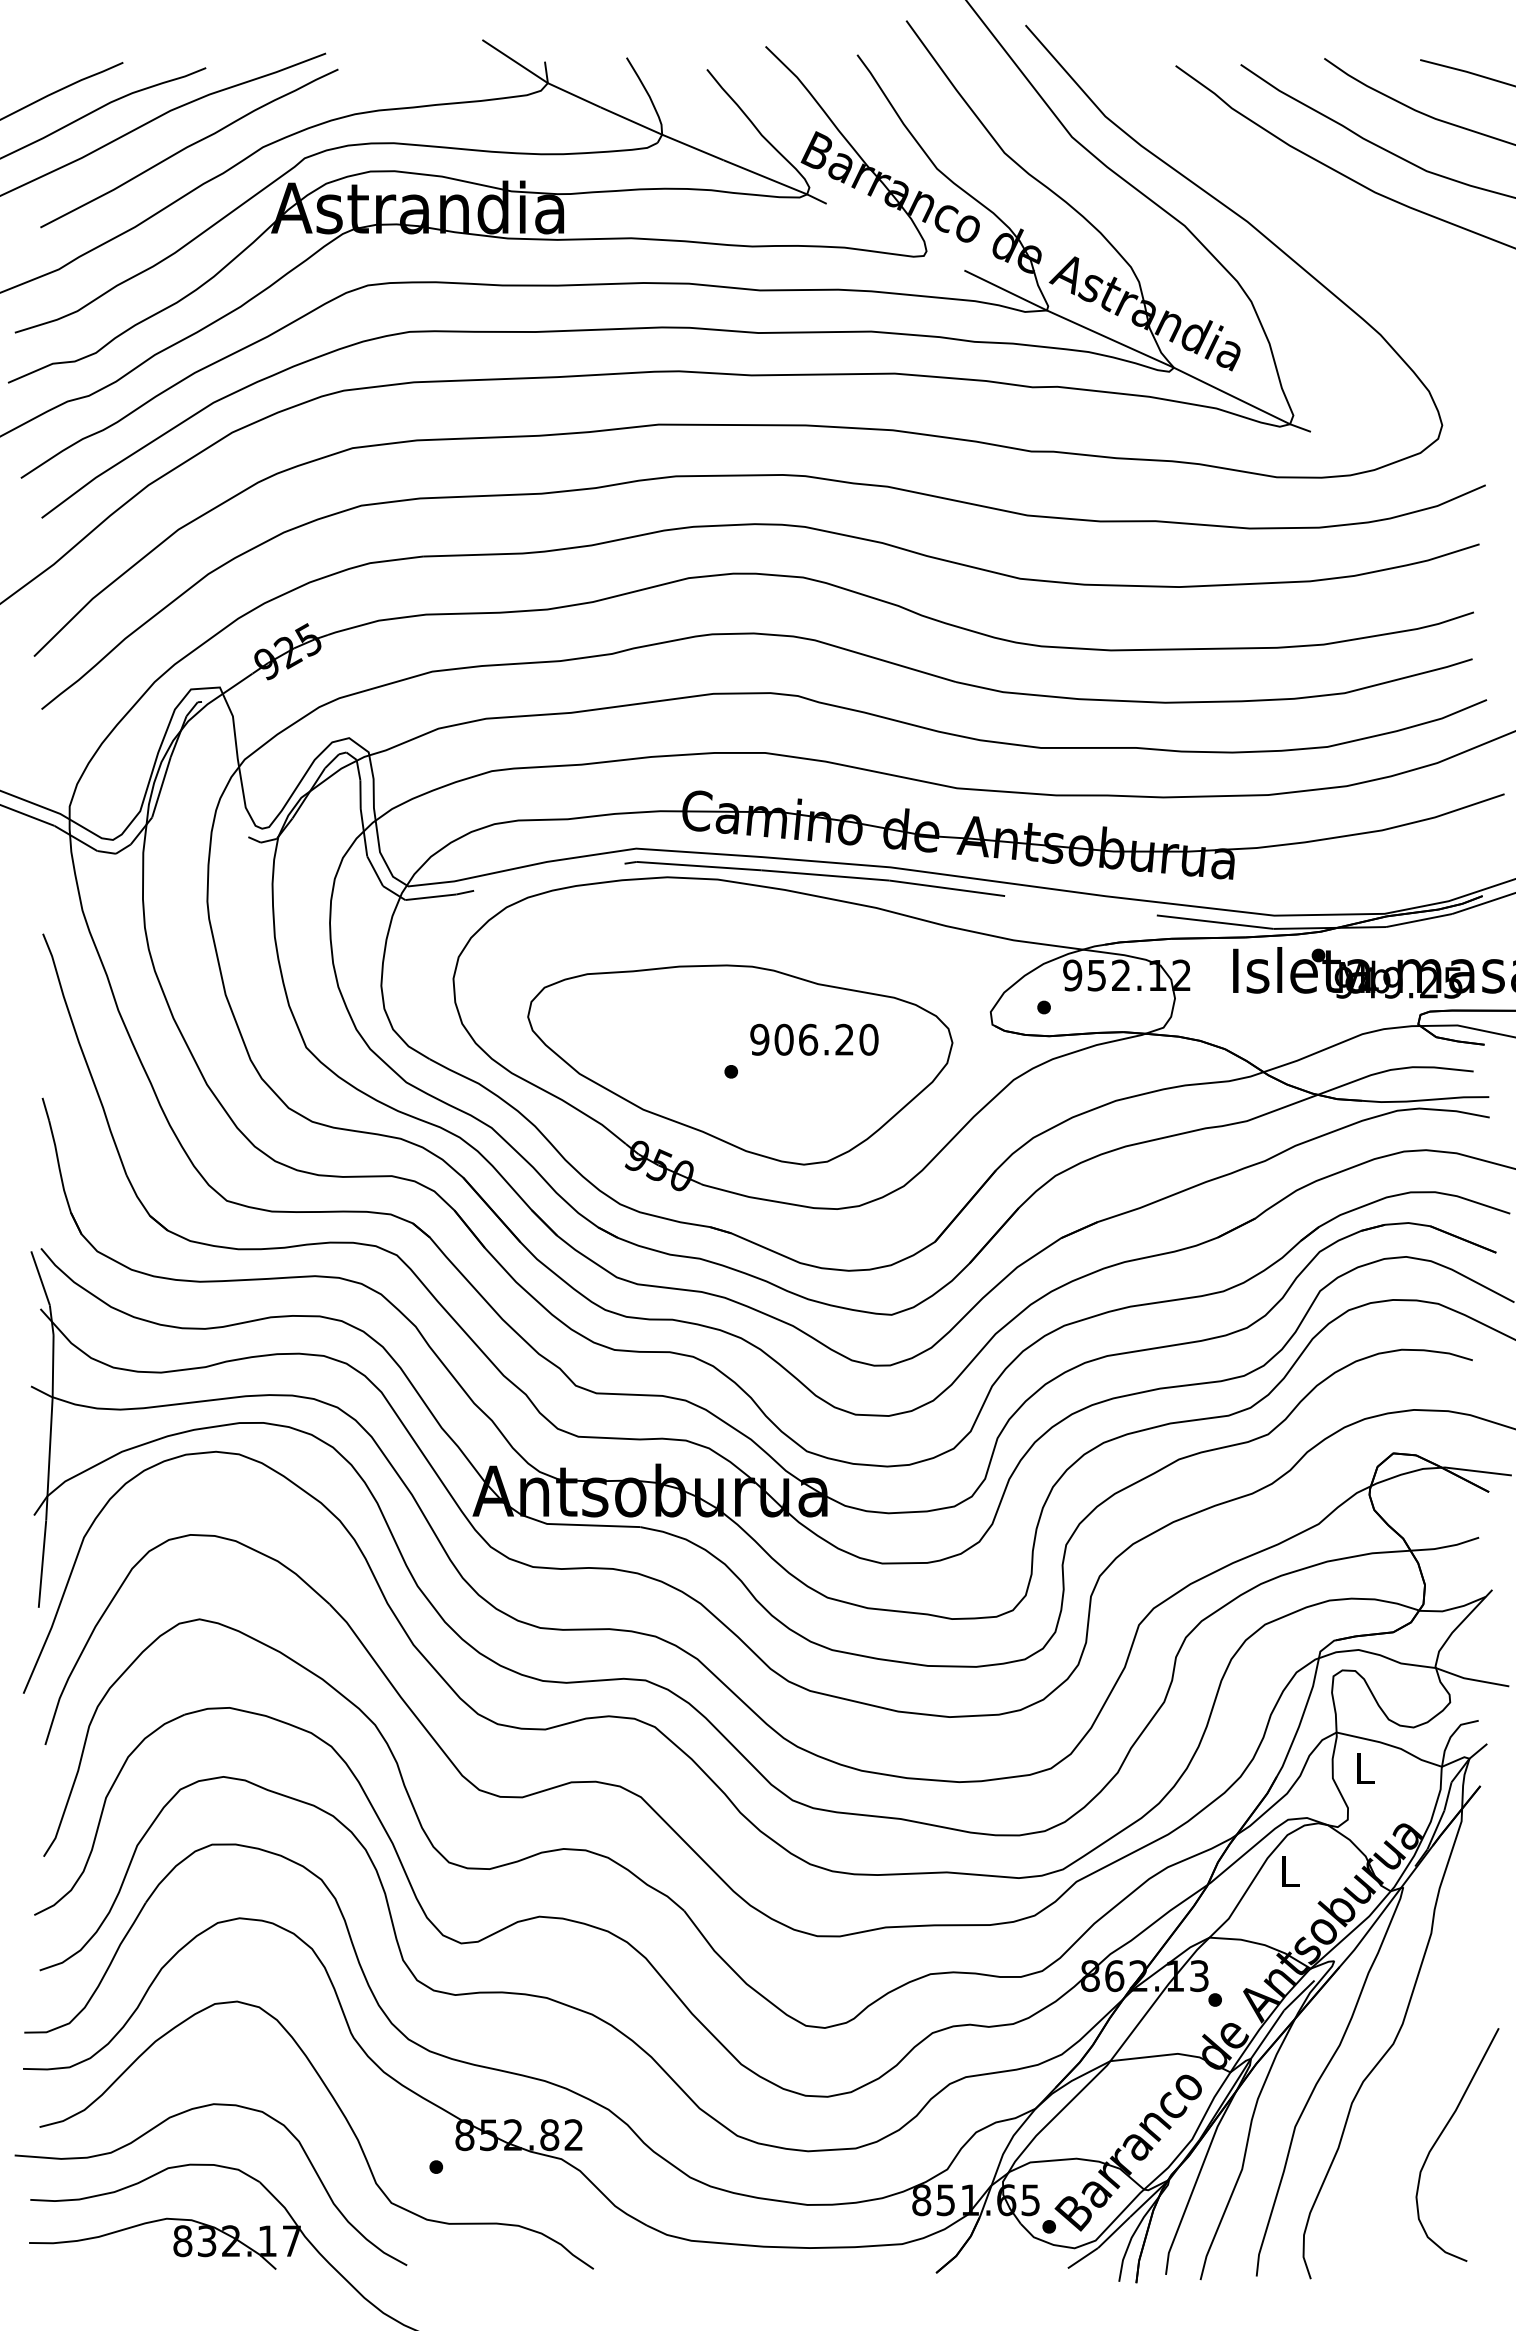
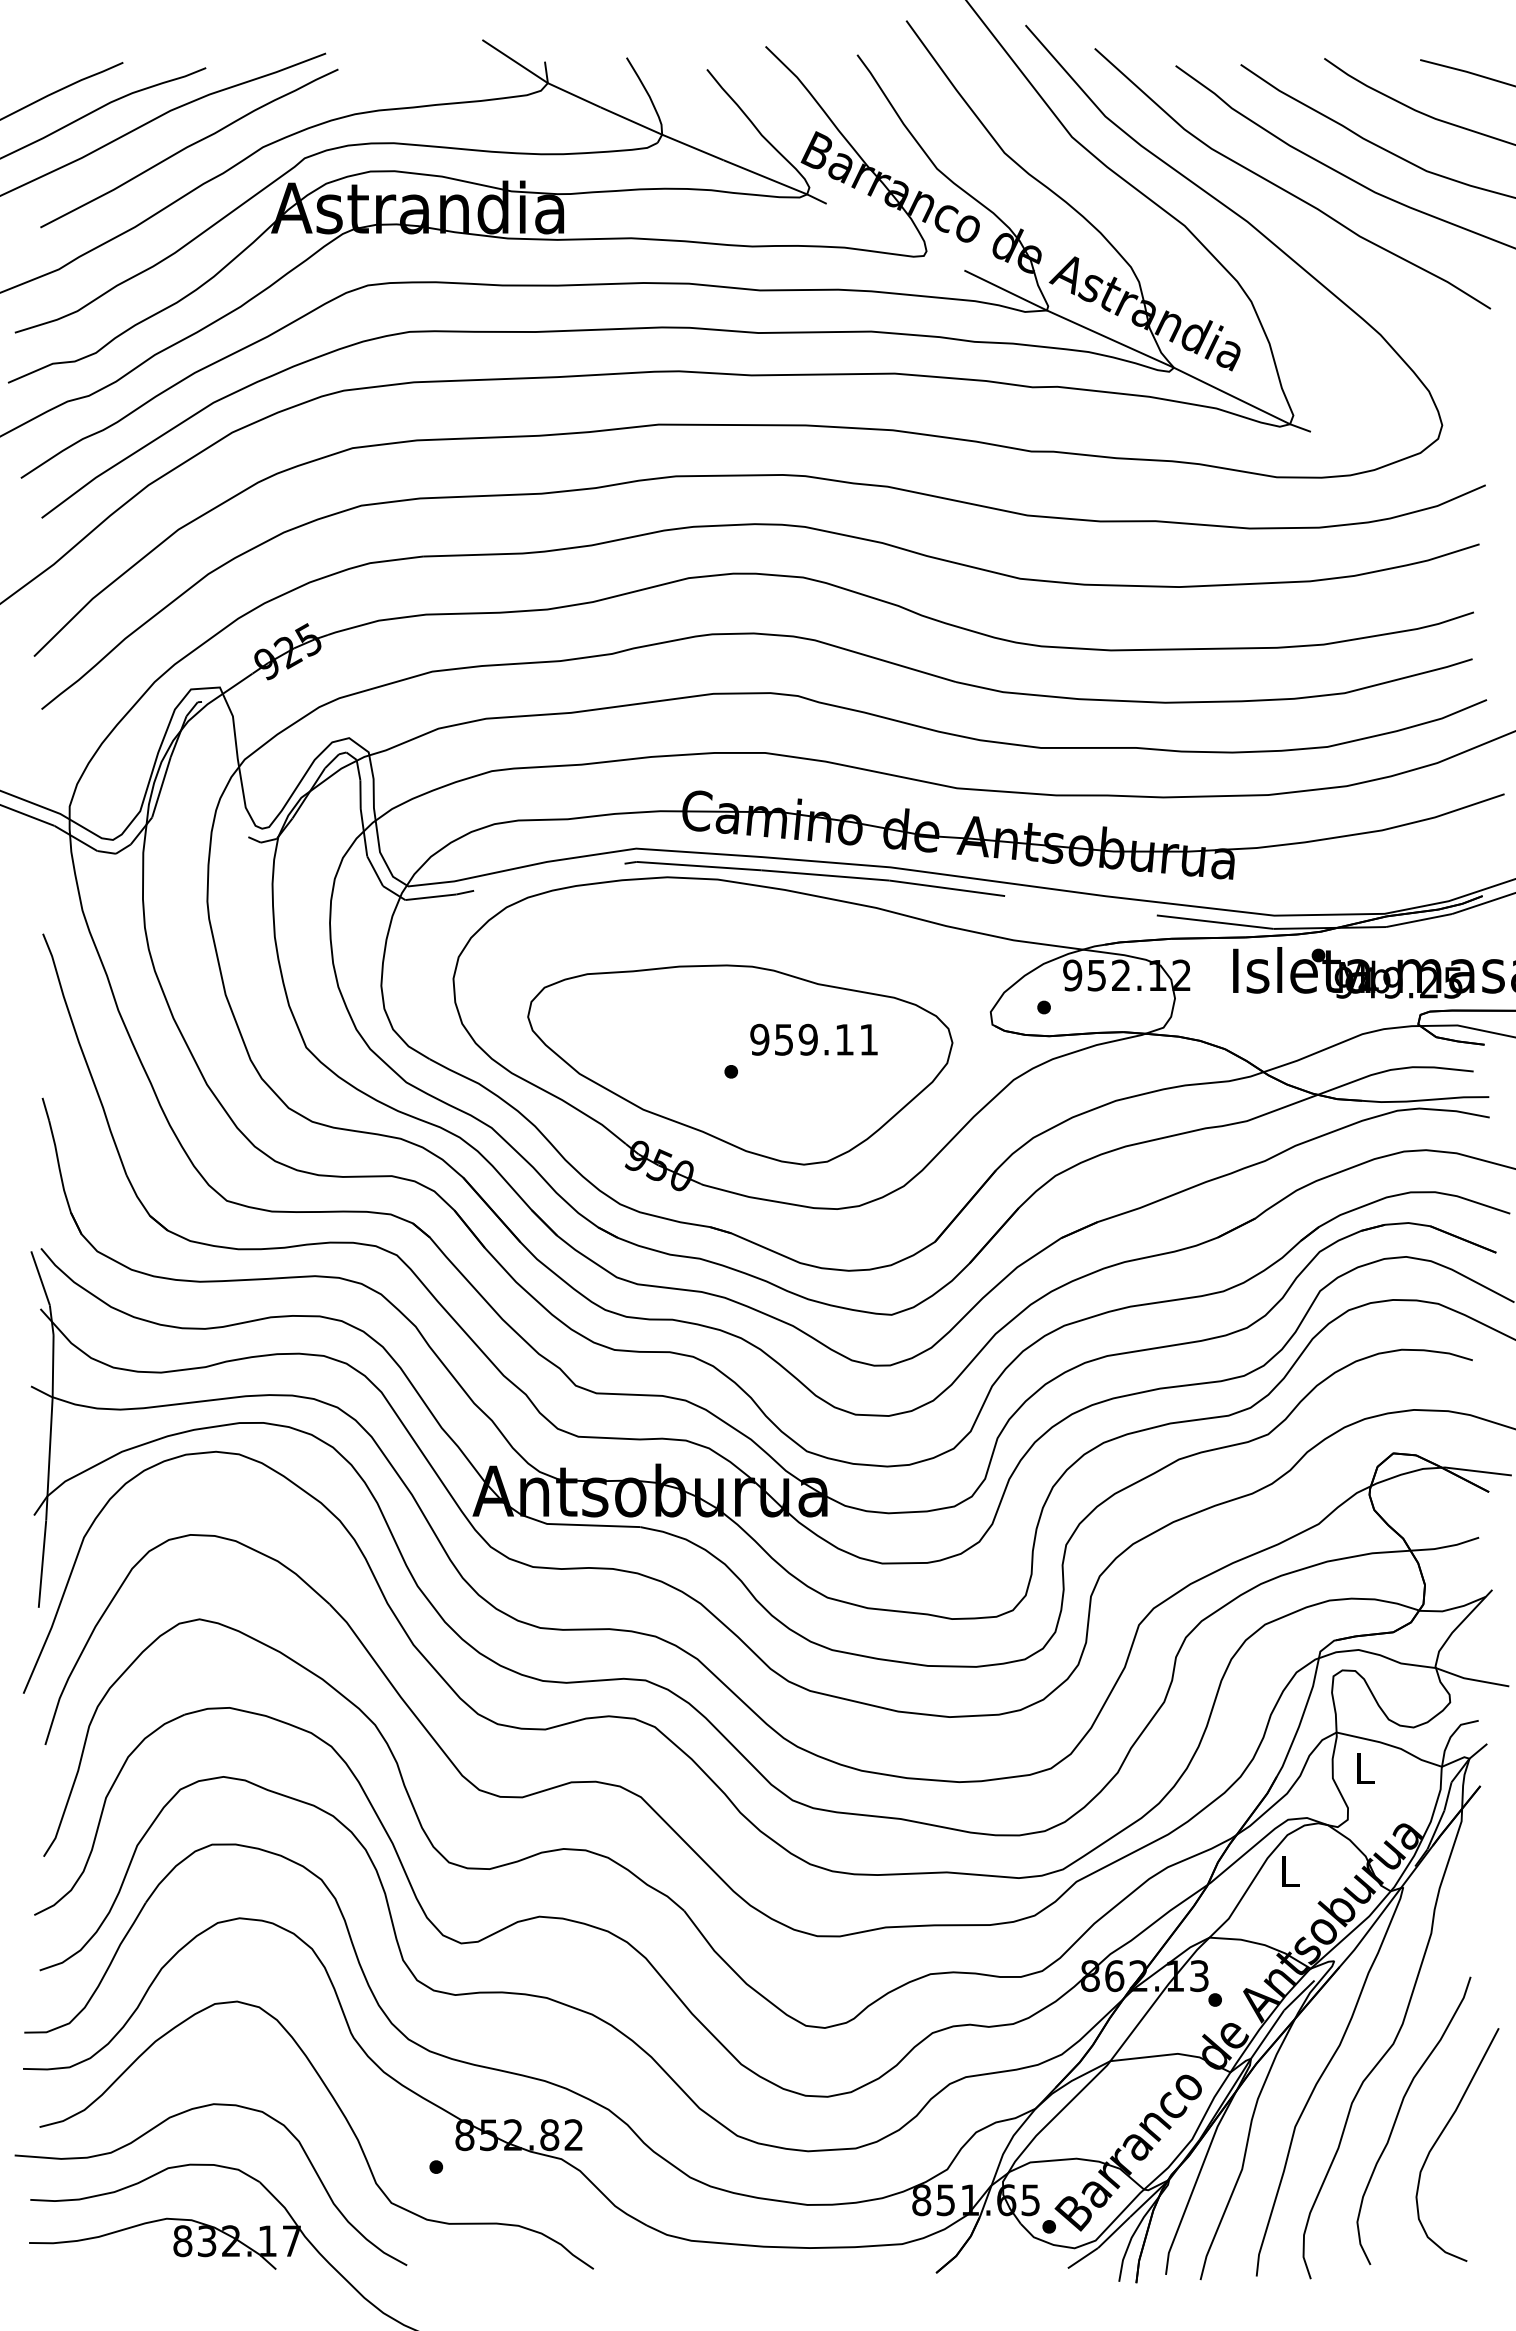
curve at (1287, 190): none -> present
text at (826, 1039): 906.20 -> 959.11
curve at (1399, 2113): none -> present
